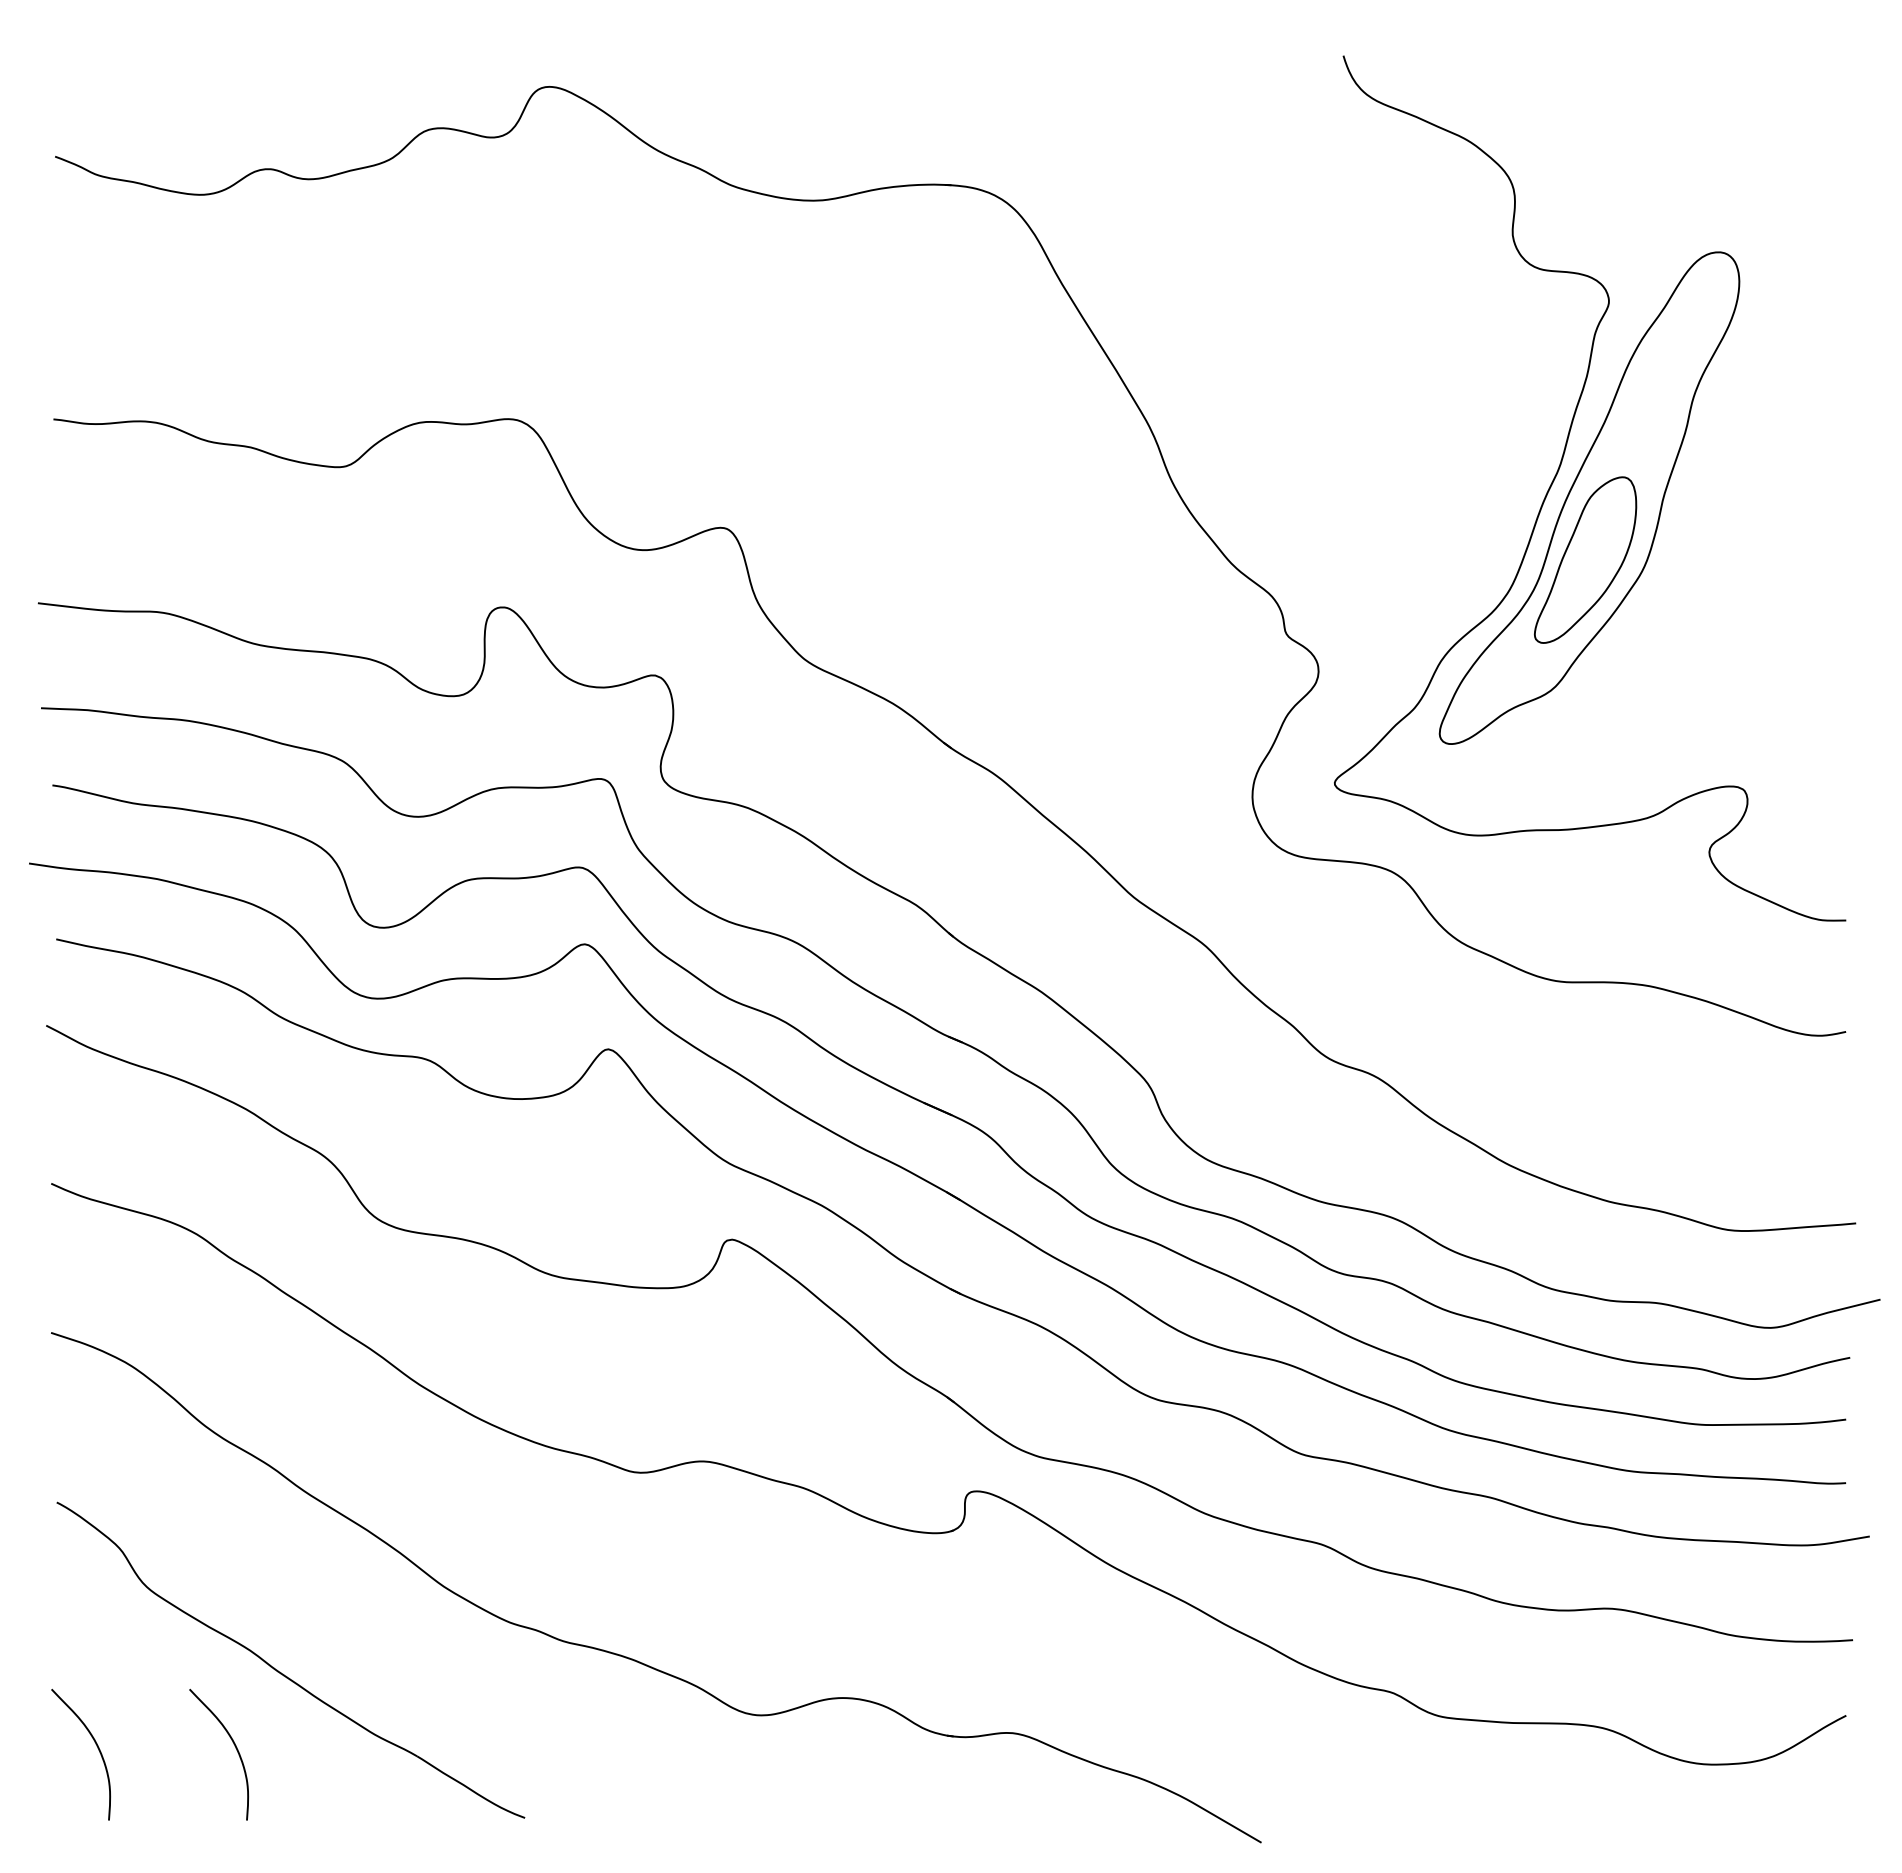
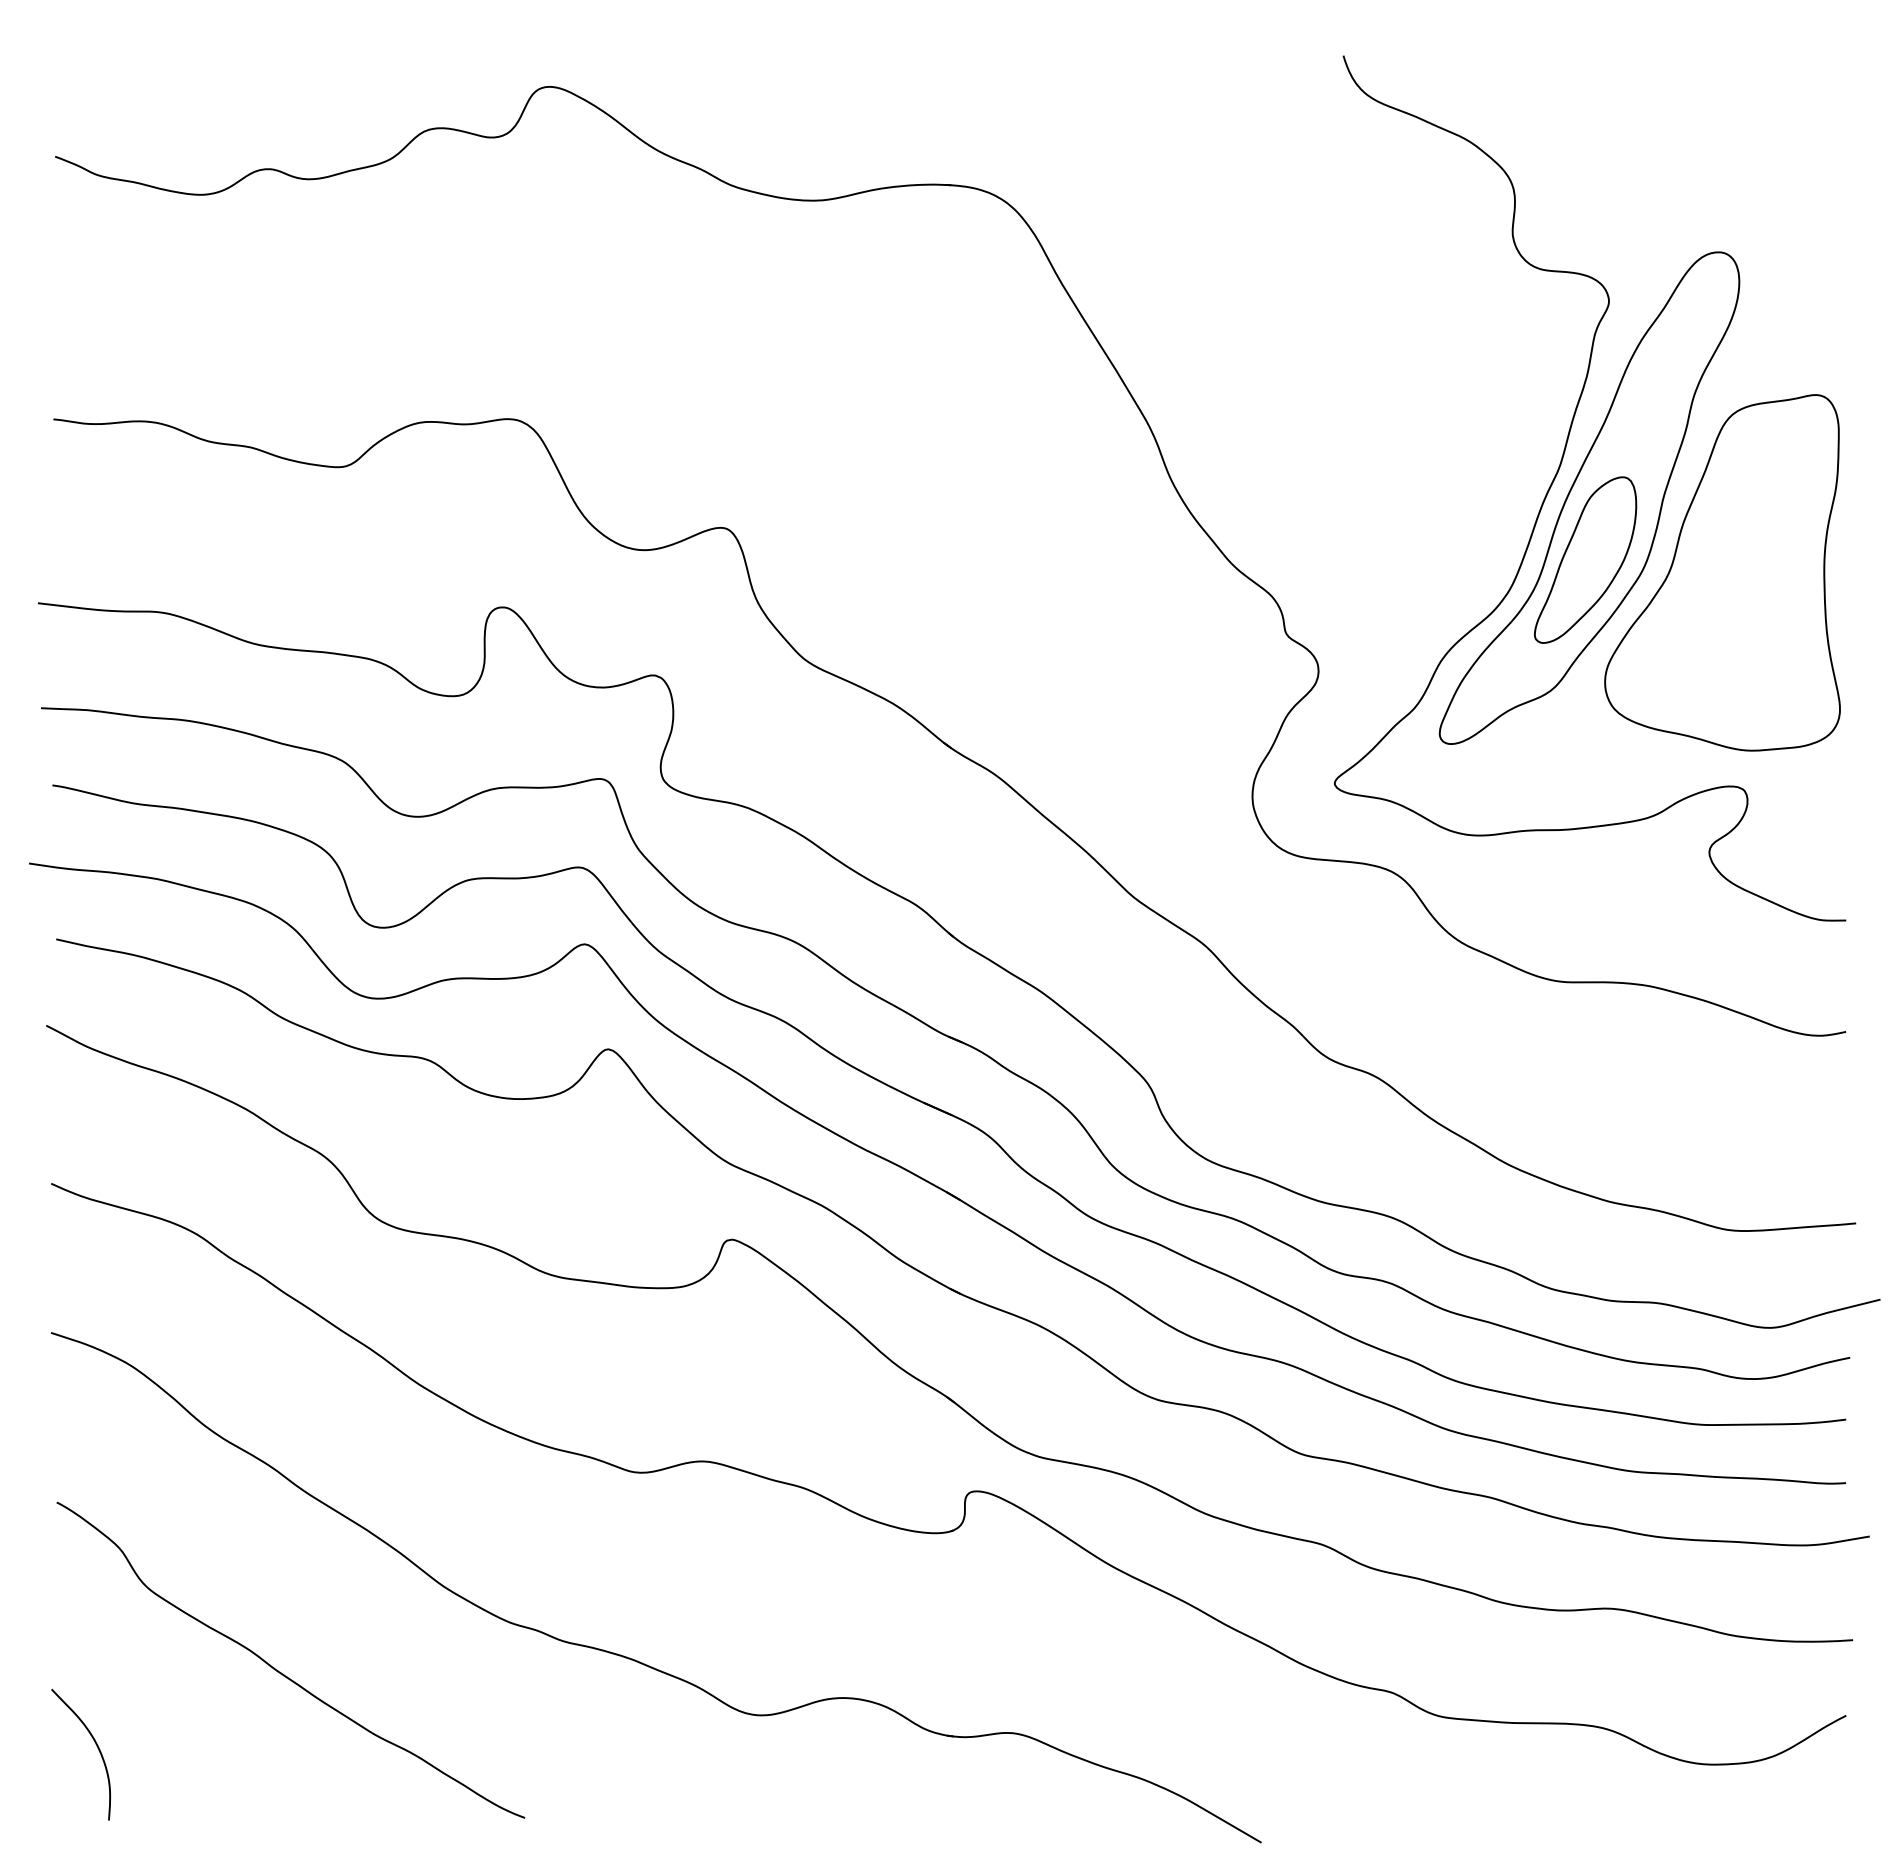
part at (1722, 572): none -> present
curve at (234, 1746): present -> none
